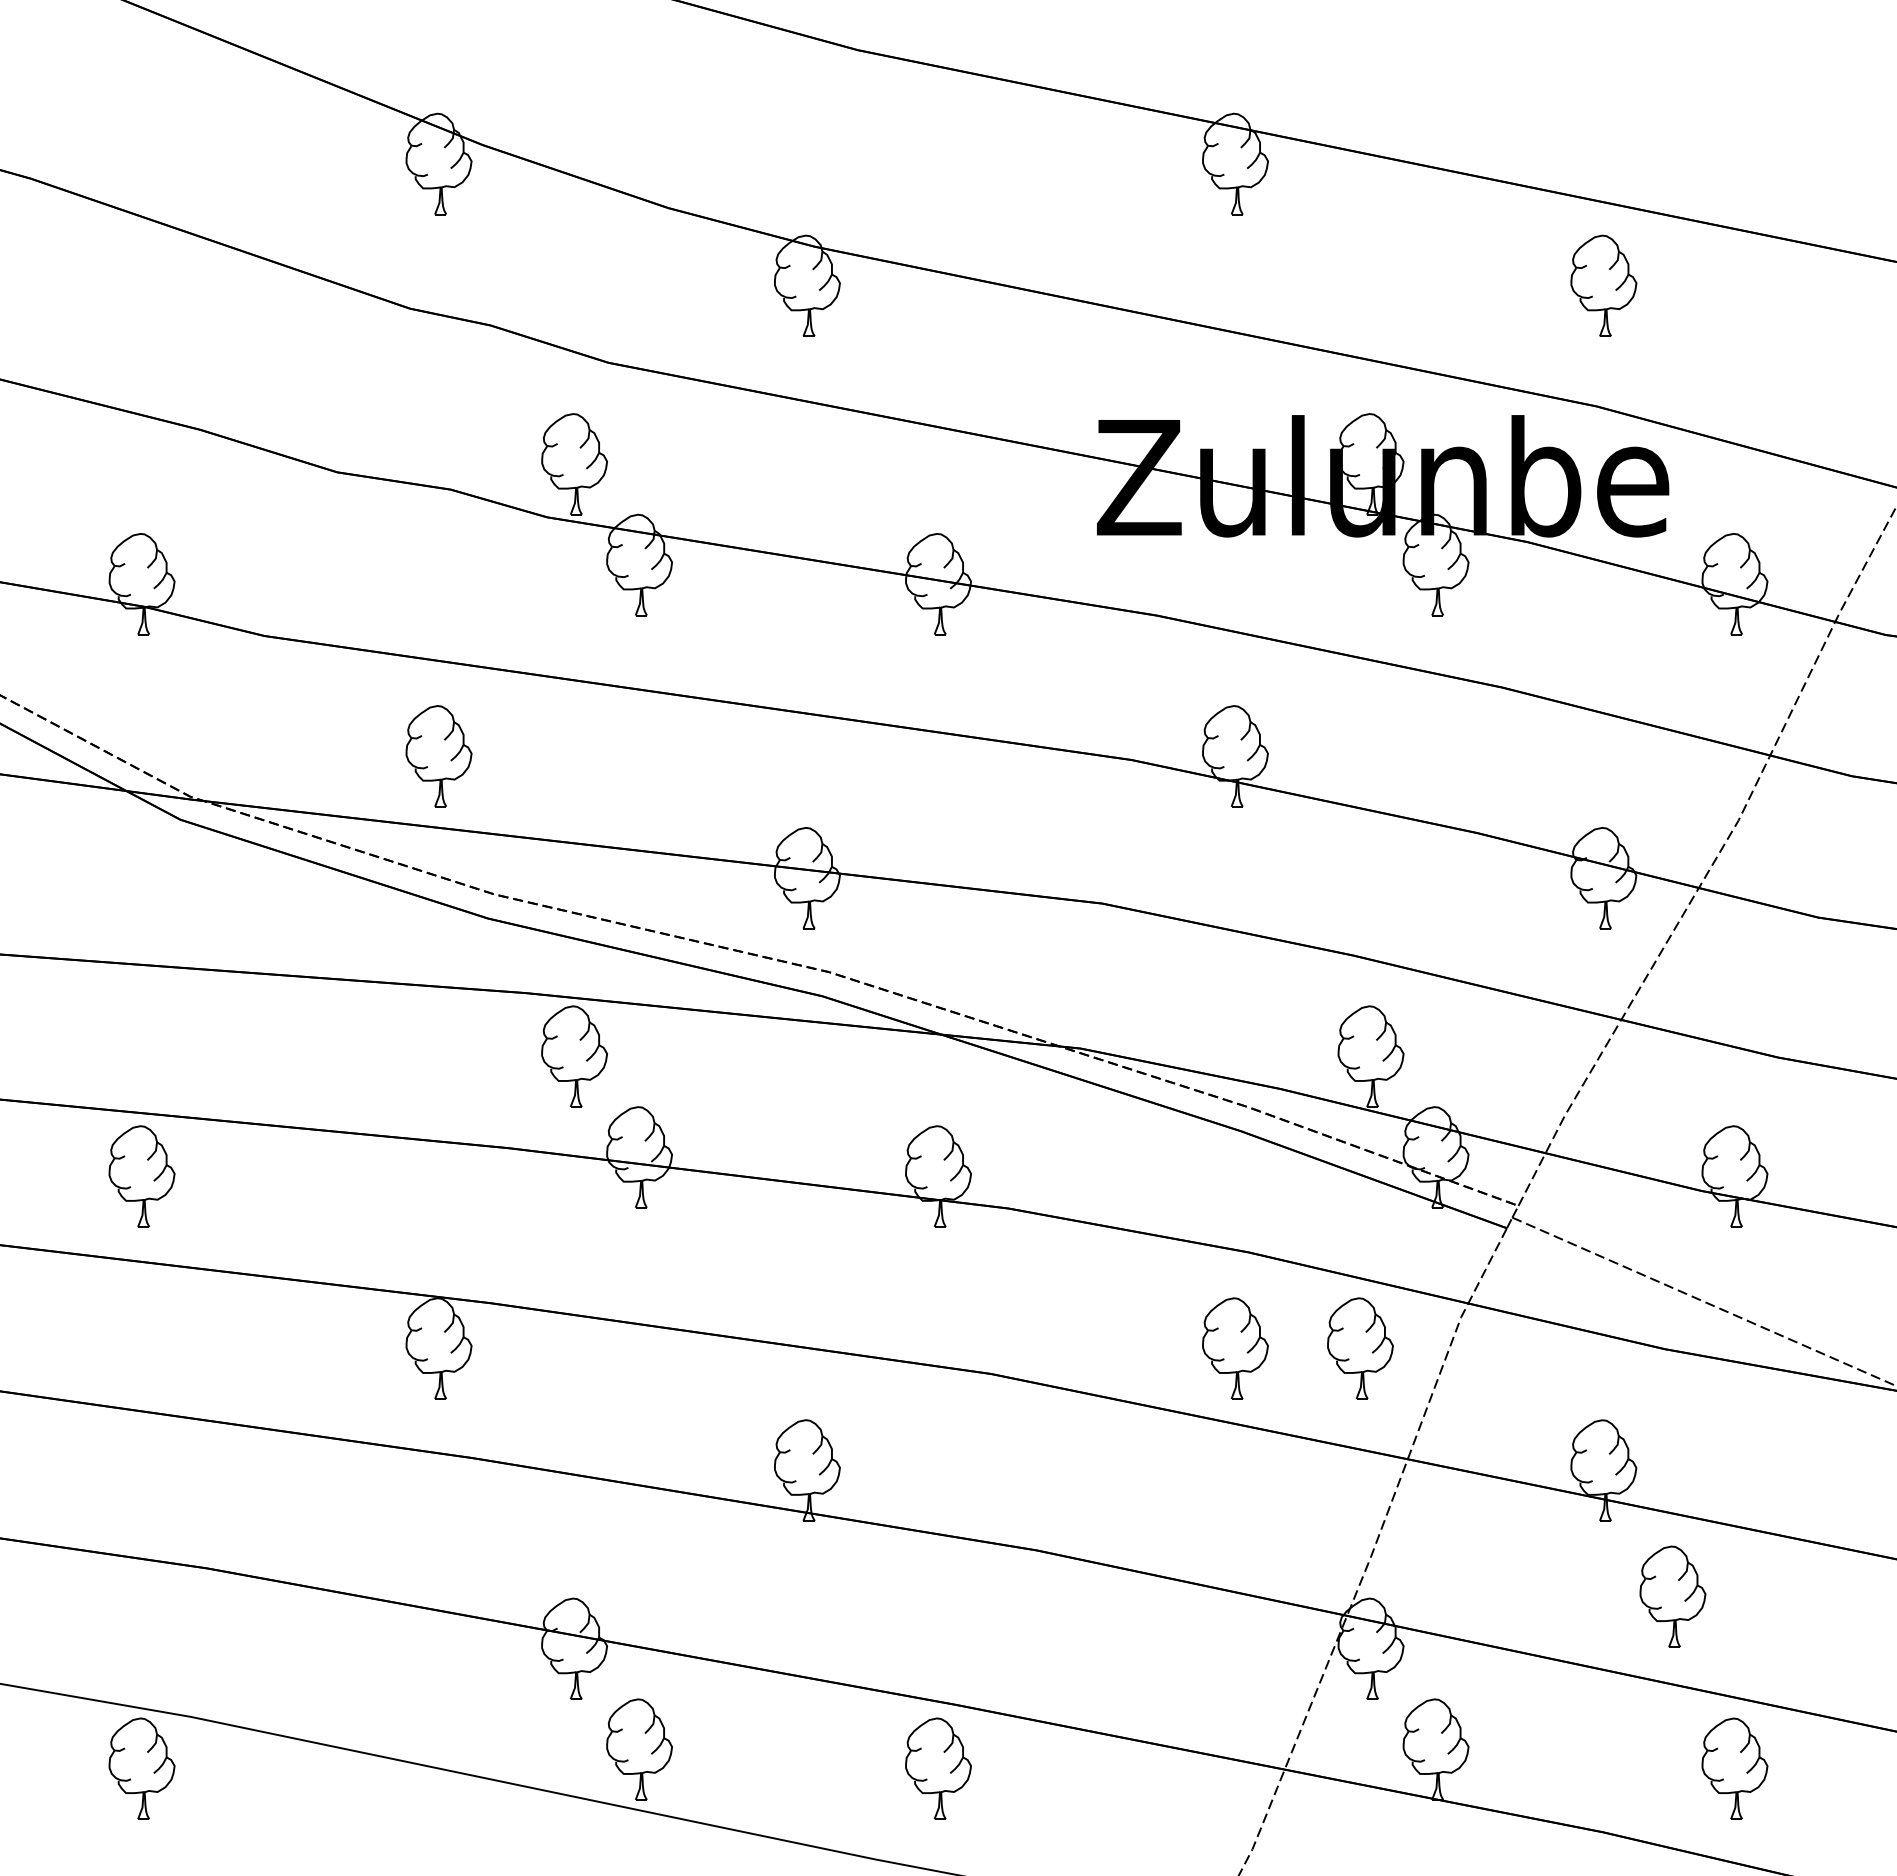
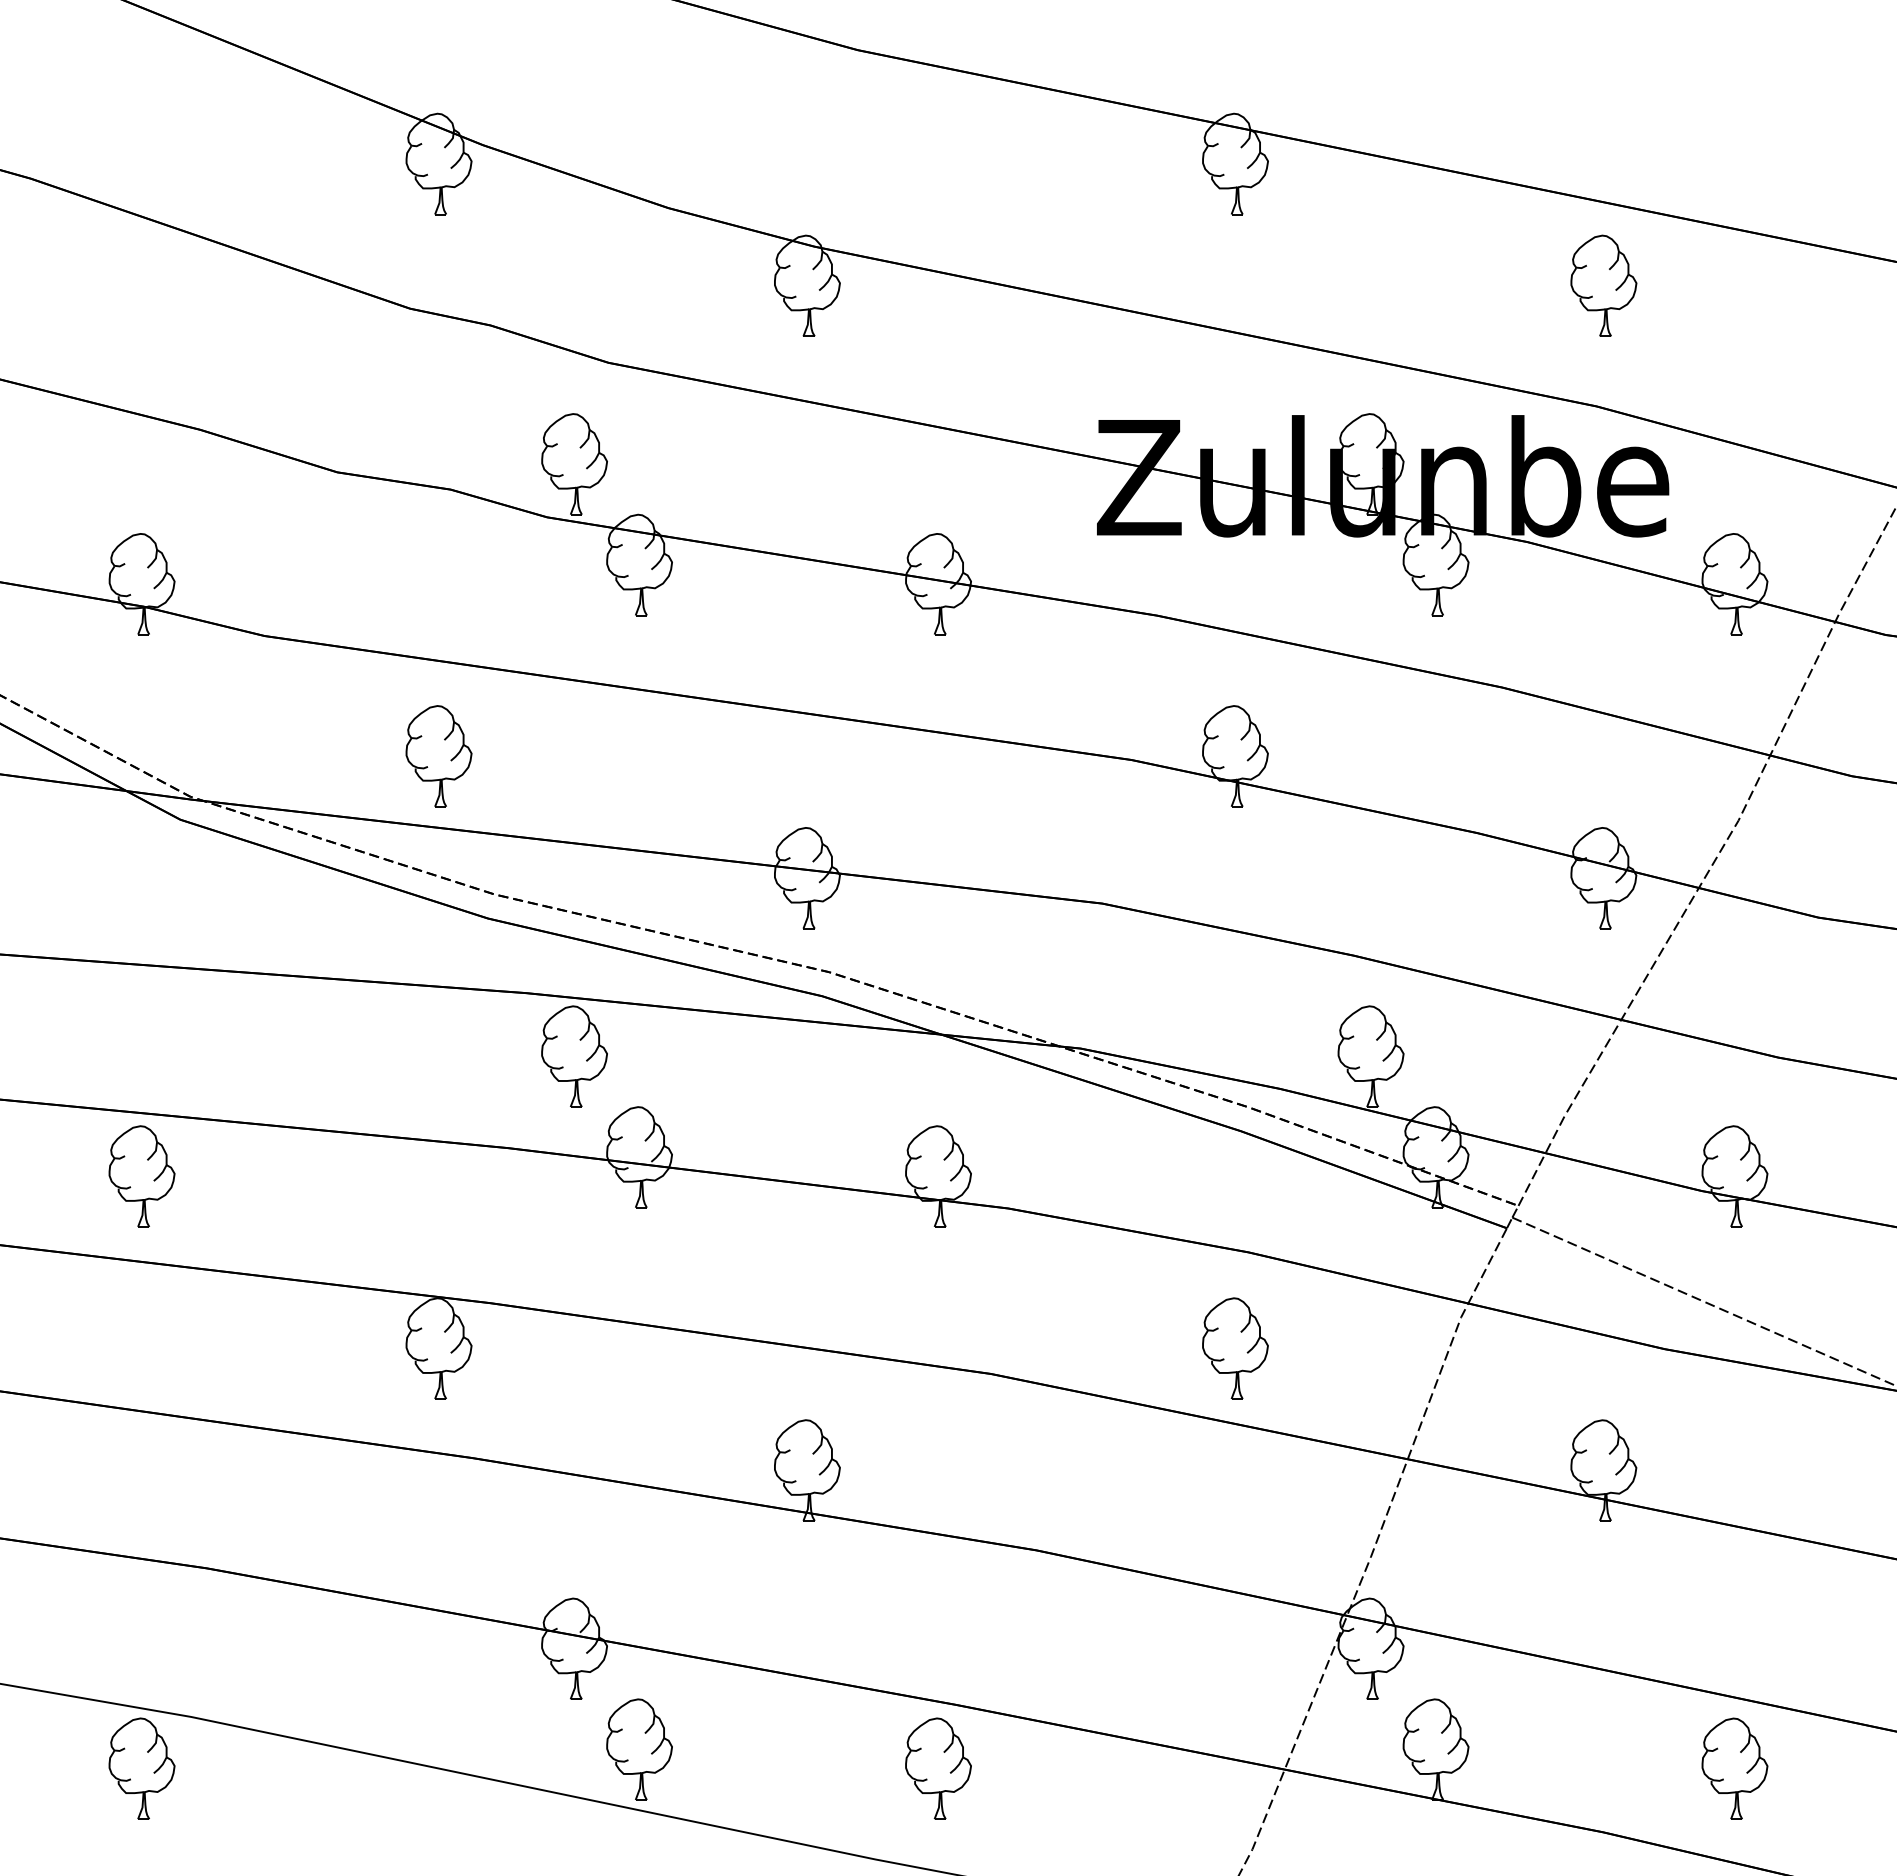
part at (1360, 1348): present -> none
part at (1672, 1596): present -> none
